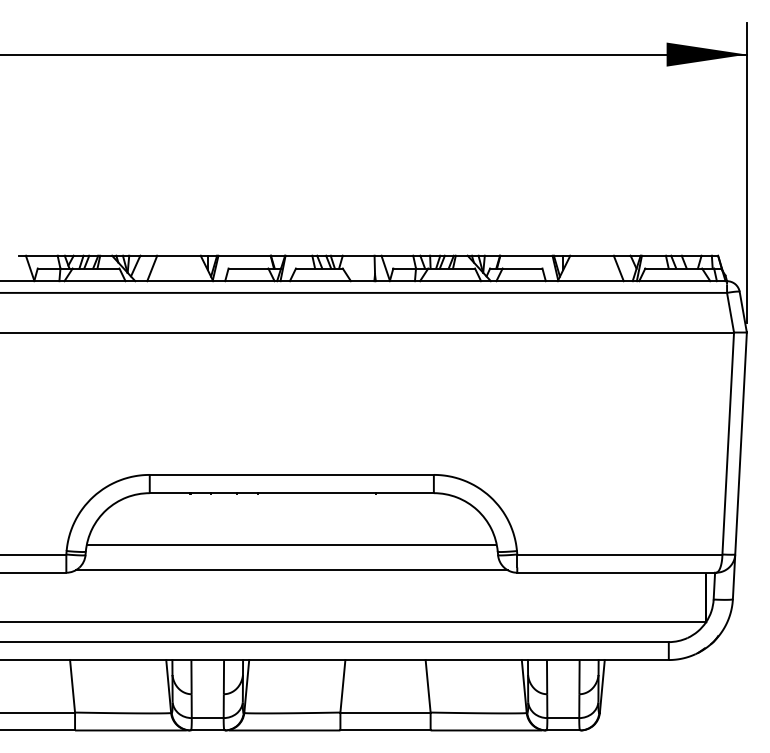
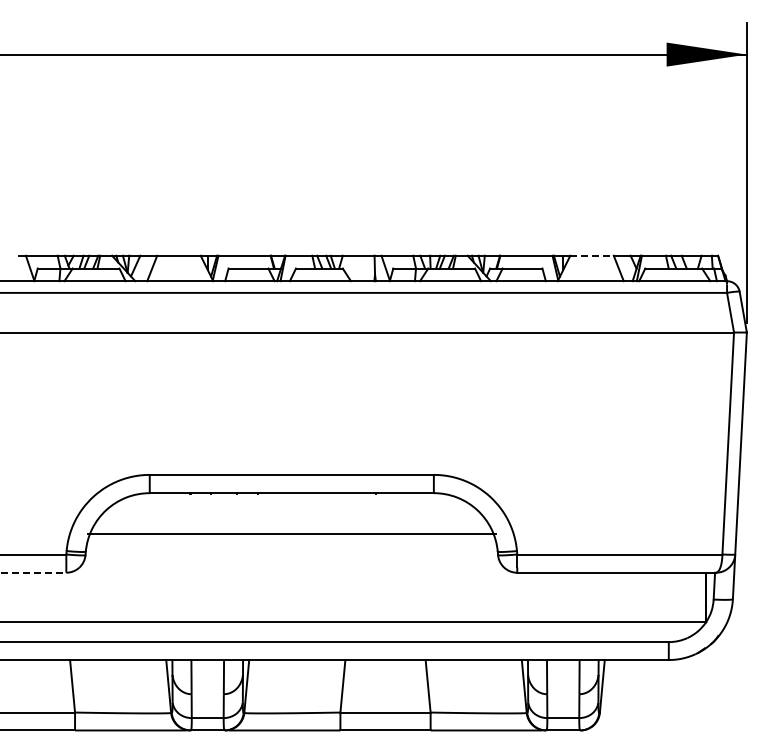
line at (592, 255): solid -> dashed
line at (291, 544) position: (291, 544) -> (291, 533)
line at (291, 570): present -> none
line at (33, 572): solid -> dashed
